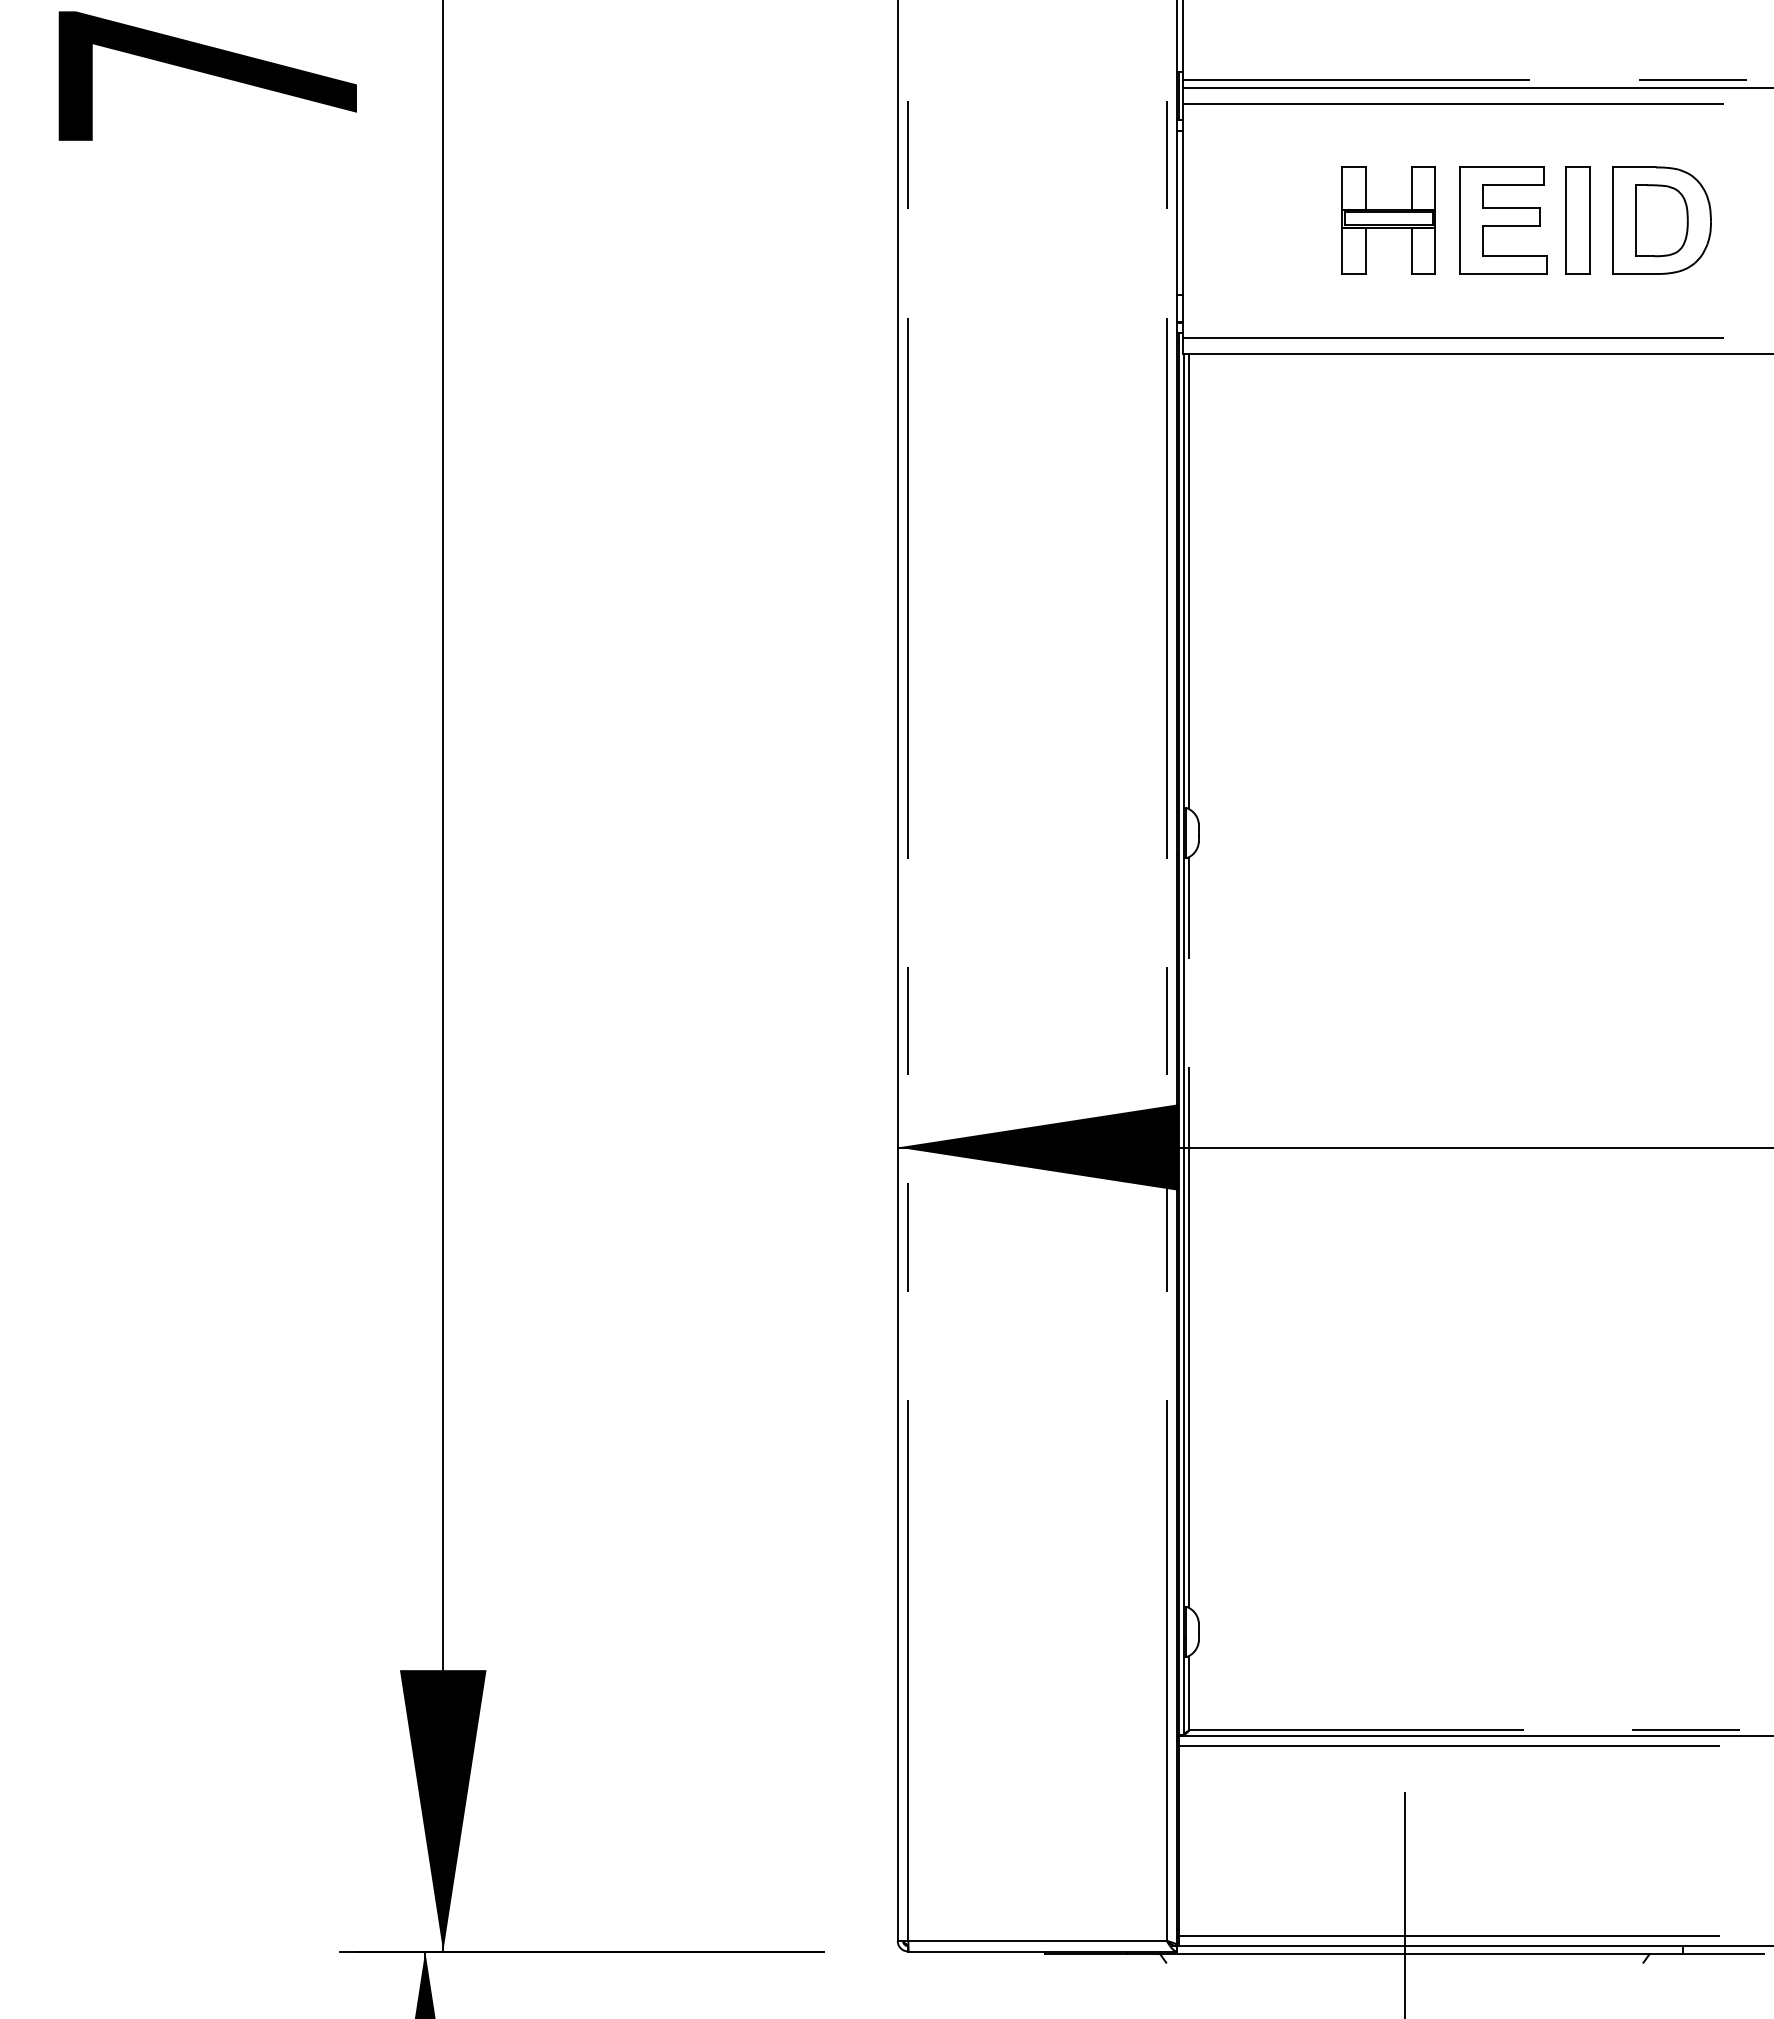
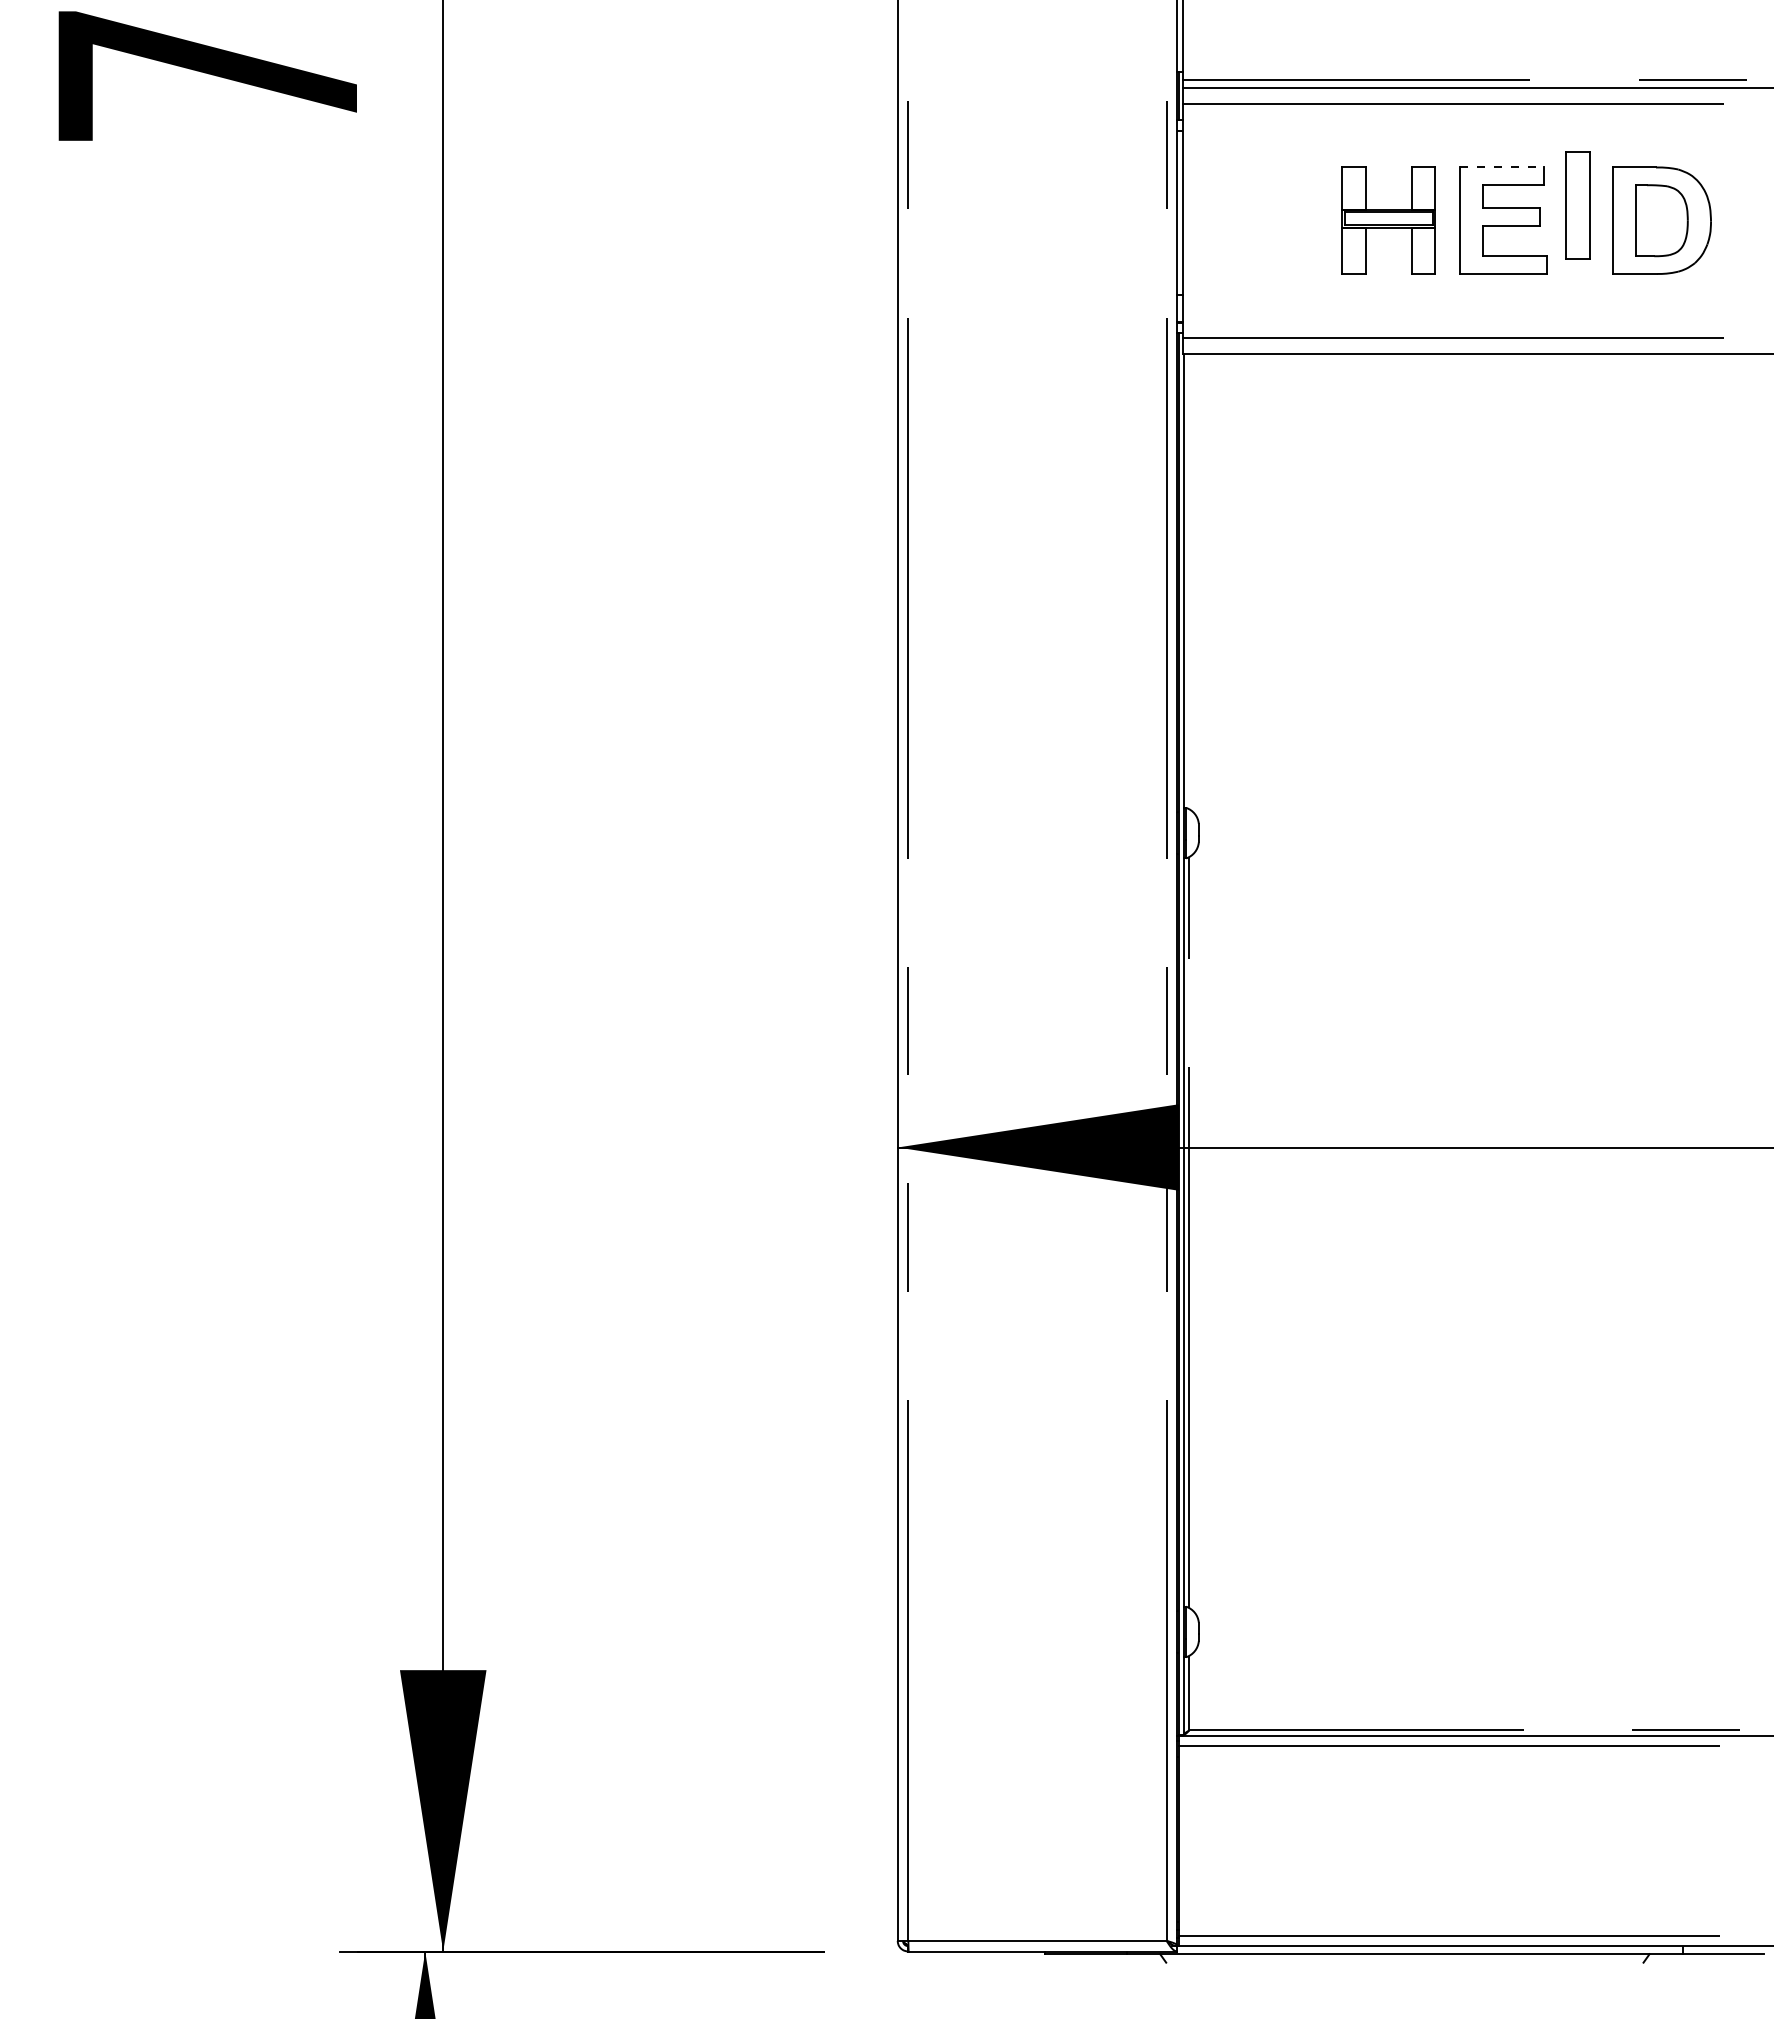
line at (1502, 167): solid -> dashed
part at (1577, 220) position: (1577, 220) -> (1577, 205)
line at (1189, 581): present -> none
line at (1404, 1903): present -> none
